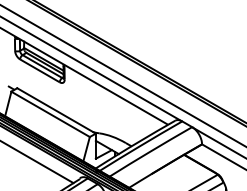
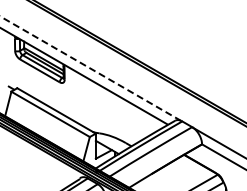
line at (90, 68): solid -> dashed
line at (122, 75): present -> none
line at (37, 162): present -> none
